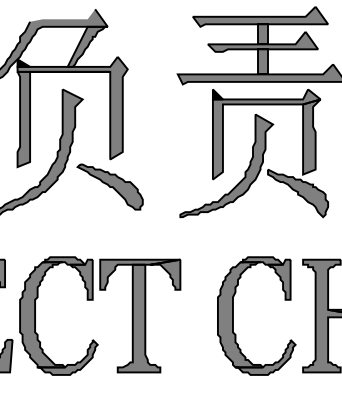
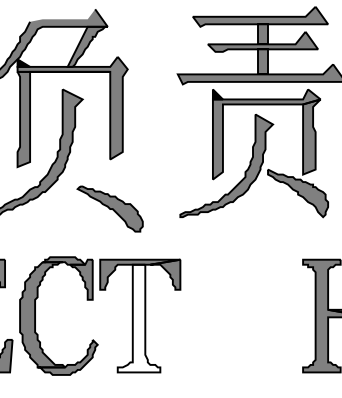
part at (109, 186) position: (109, 186) -> (109, 208)
part at (233, 315): present -> none
fill at (138, 318): present -> none
